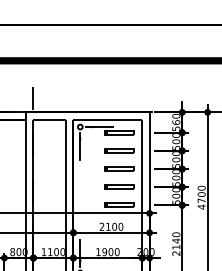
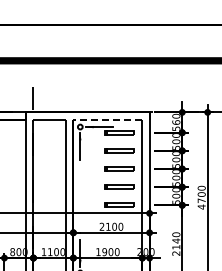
line at (107, 119): solid -> dashed
